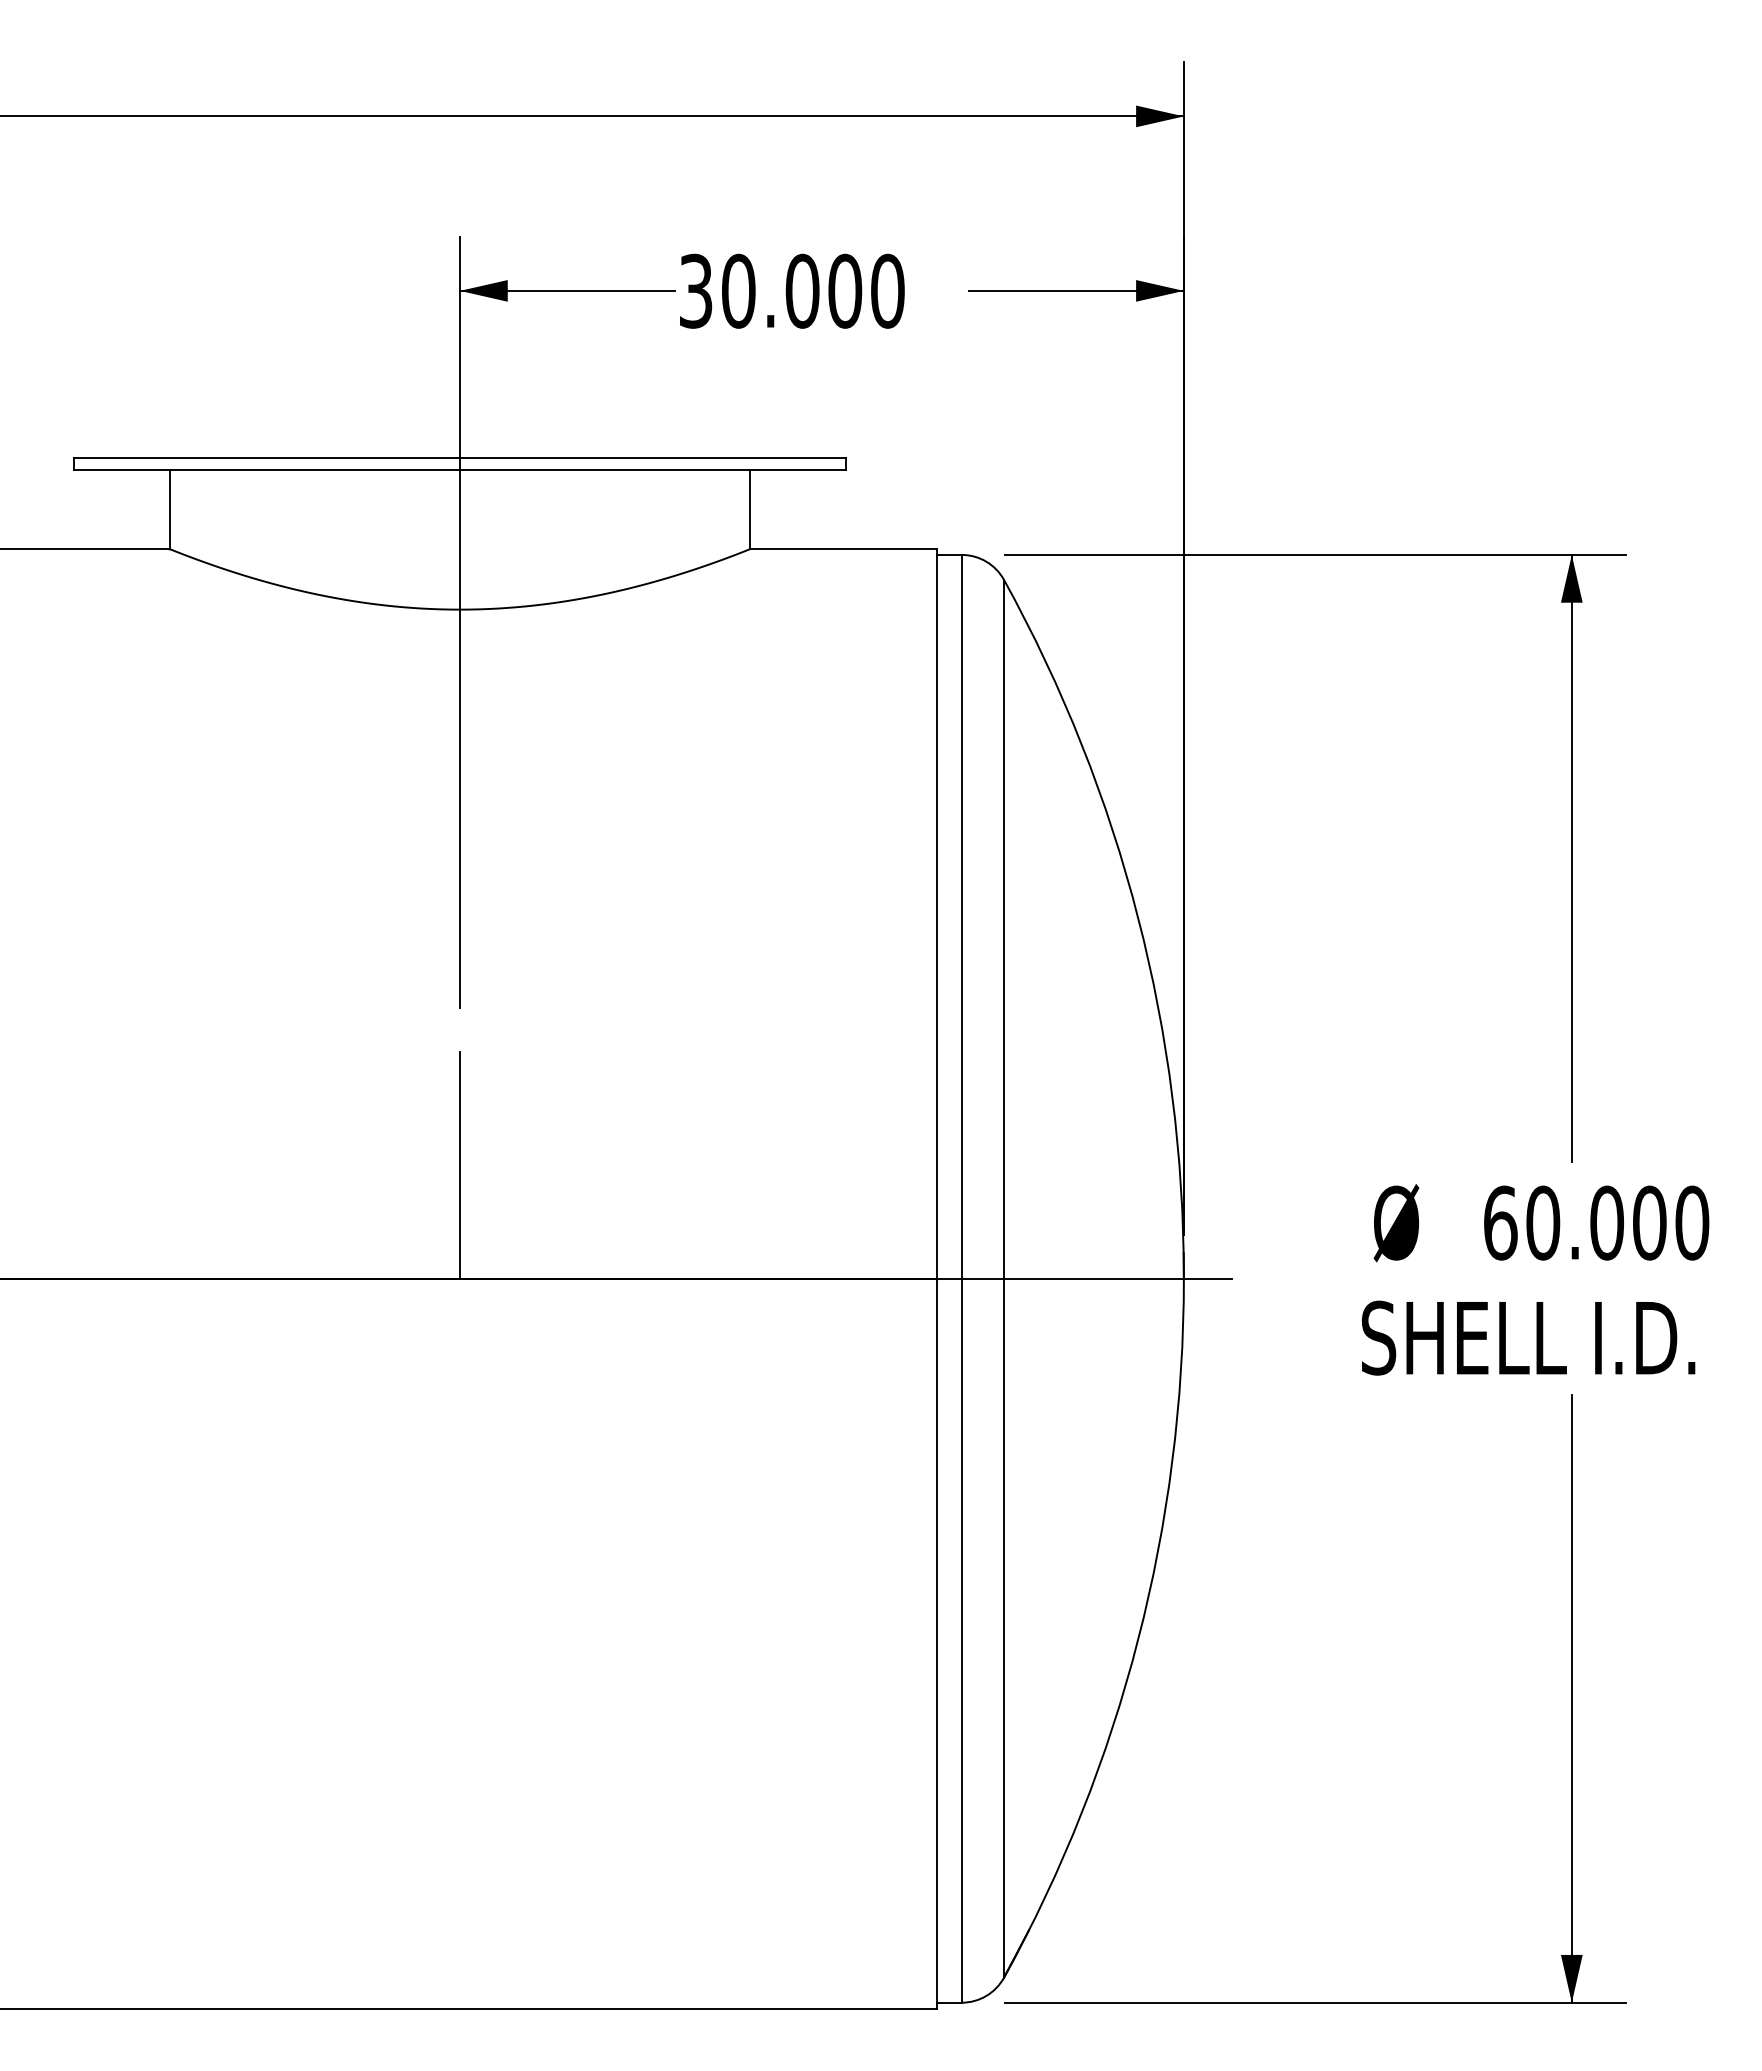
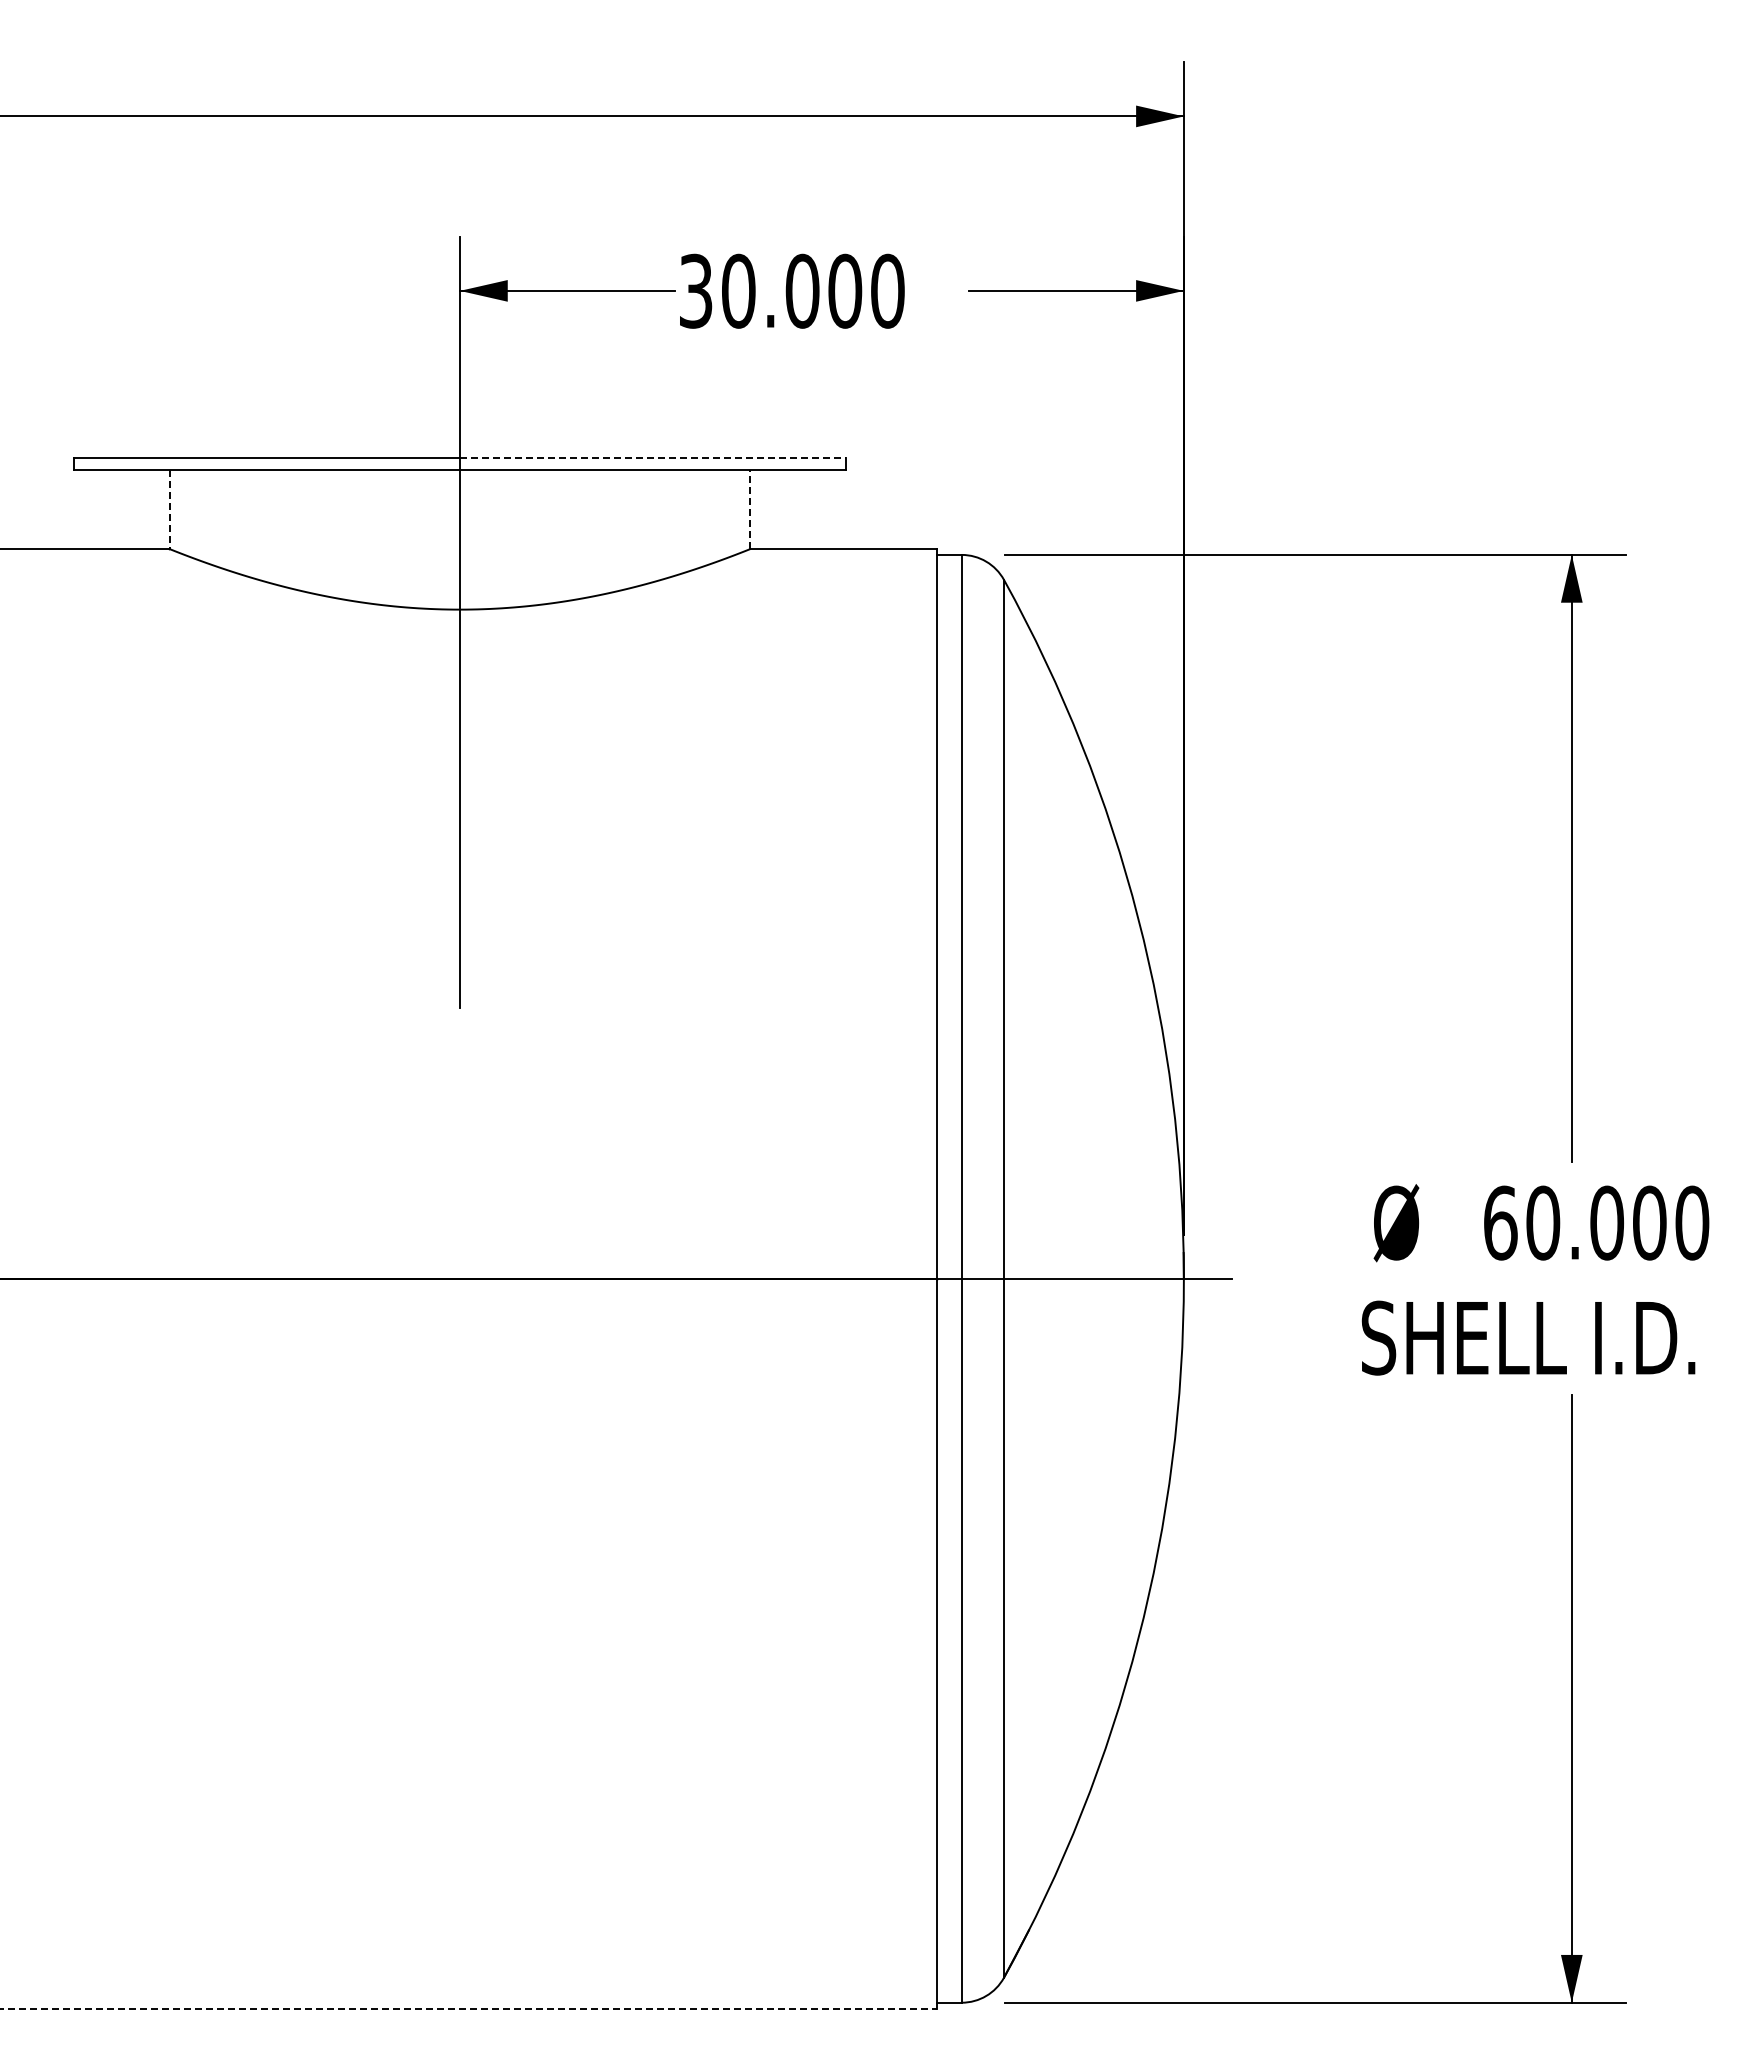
line at (653, 458): solid -> dashed
line at (749, 509): solid -> dashed
line at (170, 510): solid -> dashed
line at (459, 1164): present -> none
line at (468, 2008): solid -> dashed
